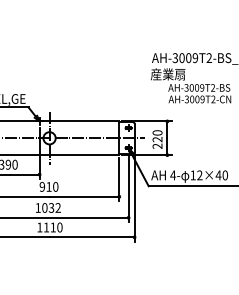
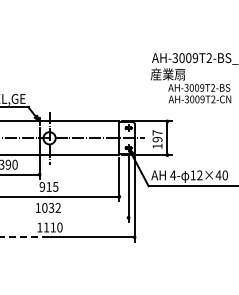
text at (157, 139): 220 -> 197
text at (55, 186): 910 -> 915
line at (65, 217): present -> none
line at (25, 237): solid -> dashed
